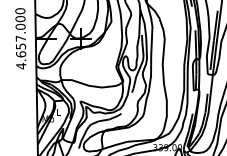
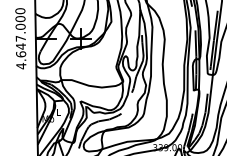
text at (21, 46): 4.657.000 -> 4.647.000
